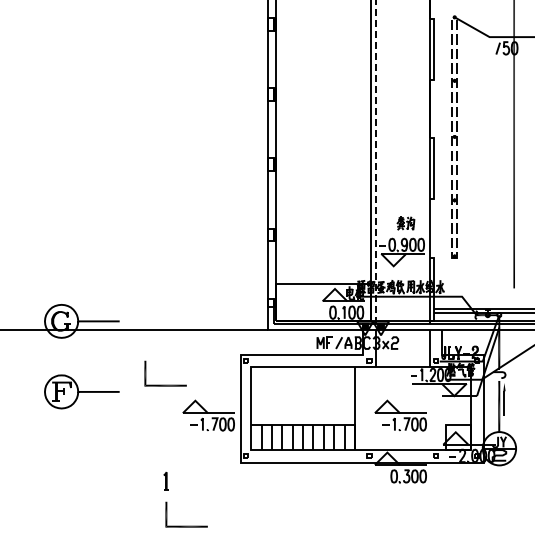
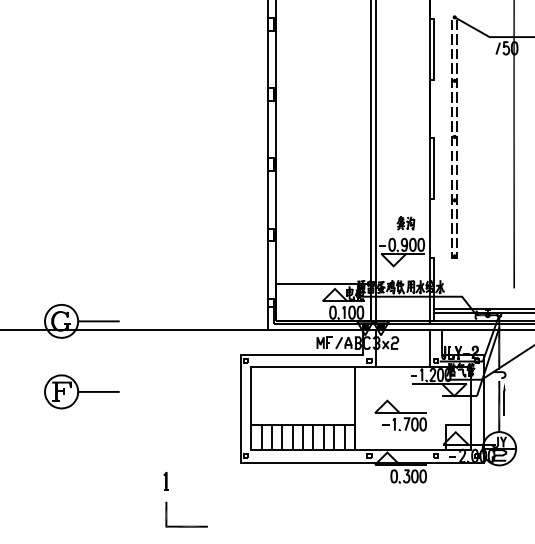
line at (375, 162): dashed -> solid
part at (165, 384): present -> none
part at (208, 415): present -> none
